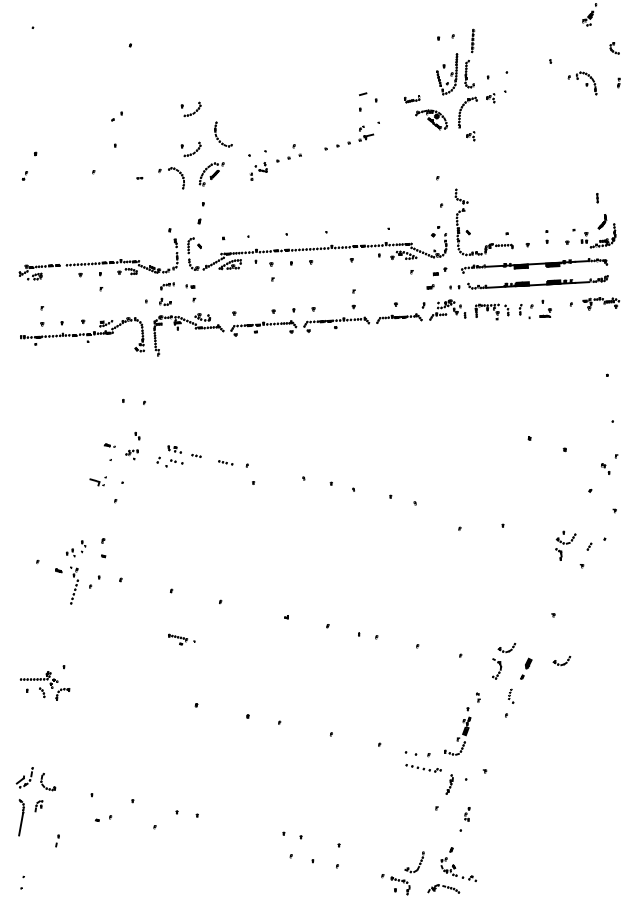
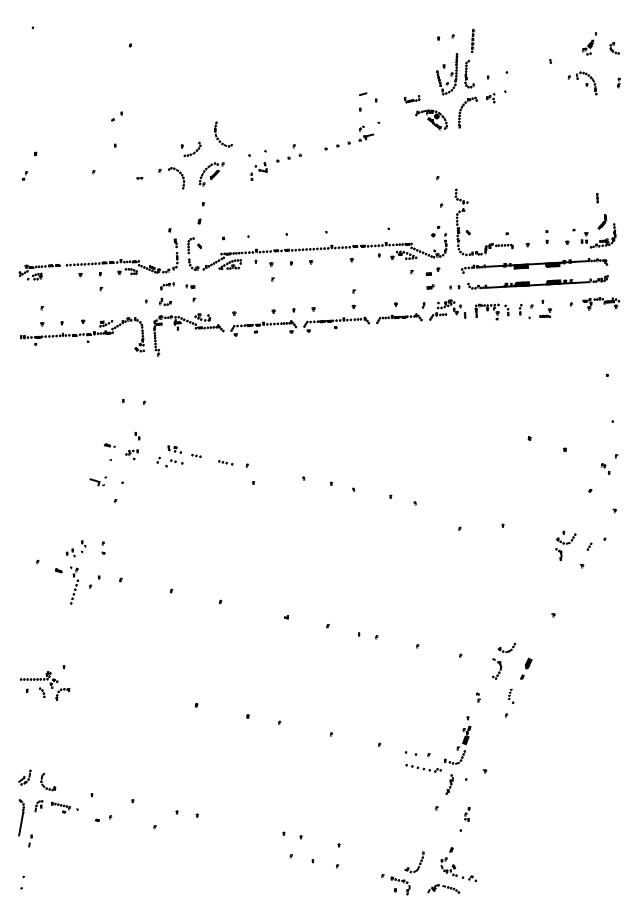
part at (589, 14) position: (589, 14) -> (589, 43)
part at (190, 109): present -> none
part at (470, 136): present -> none
part at (439, 271) position: (439, 271) -> (432, 271)
part at (103, 548) size: 6x21 px -> 5x14 px
part at (181, 639) position: (181, 639) -> (64, 807)
part at (561, 661): present -> none
part at (457, 731) position: (457, 731) -> (457, 740)
part at (24, 777) size: 19x22 px -> 14x17 px
part at (57, 840) position: (57, 840) -> (30, 840)
